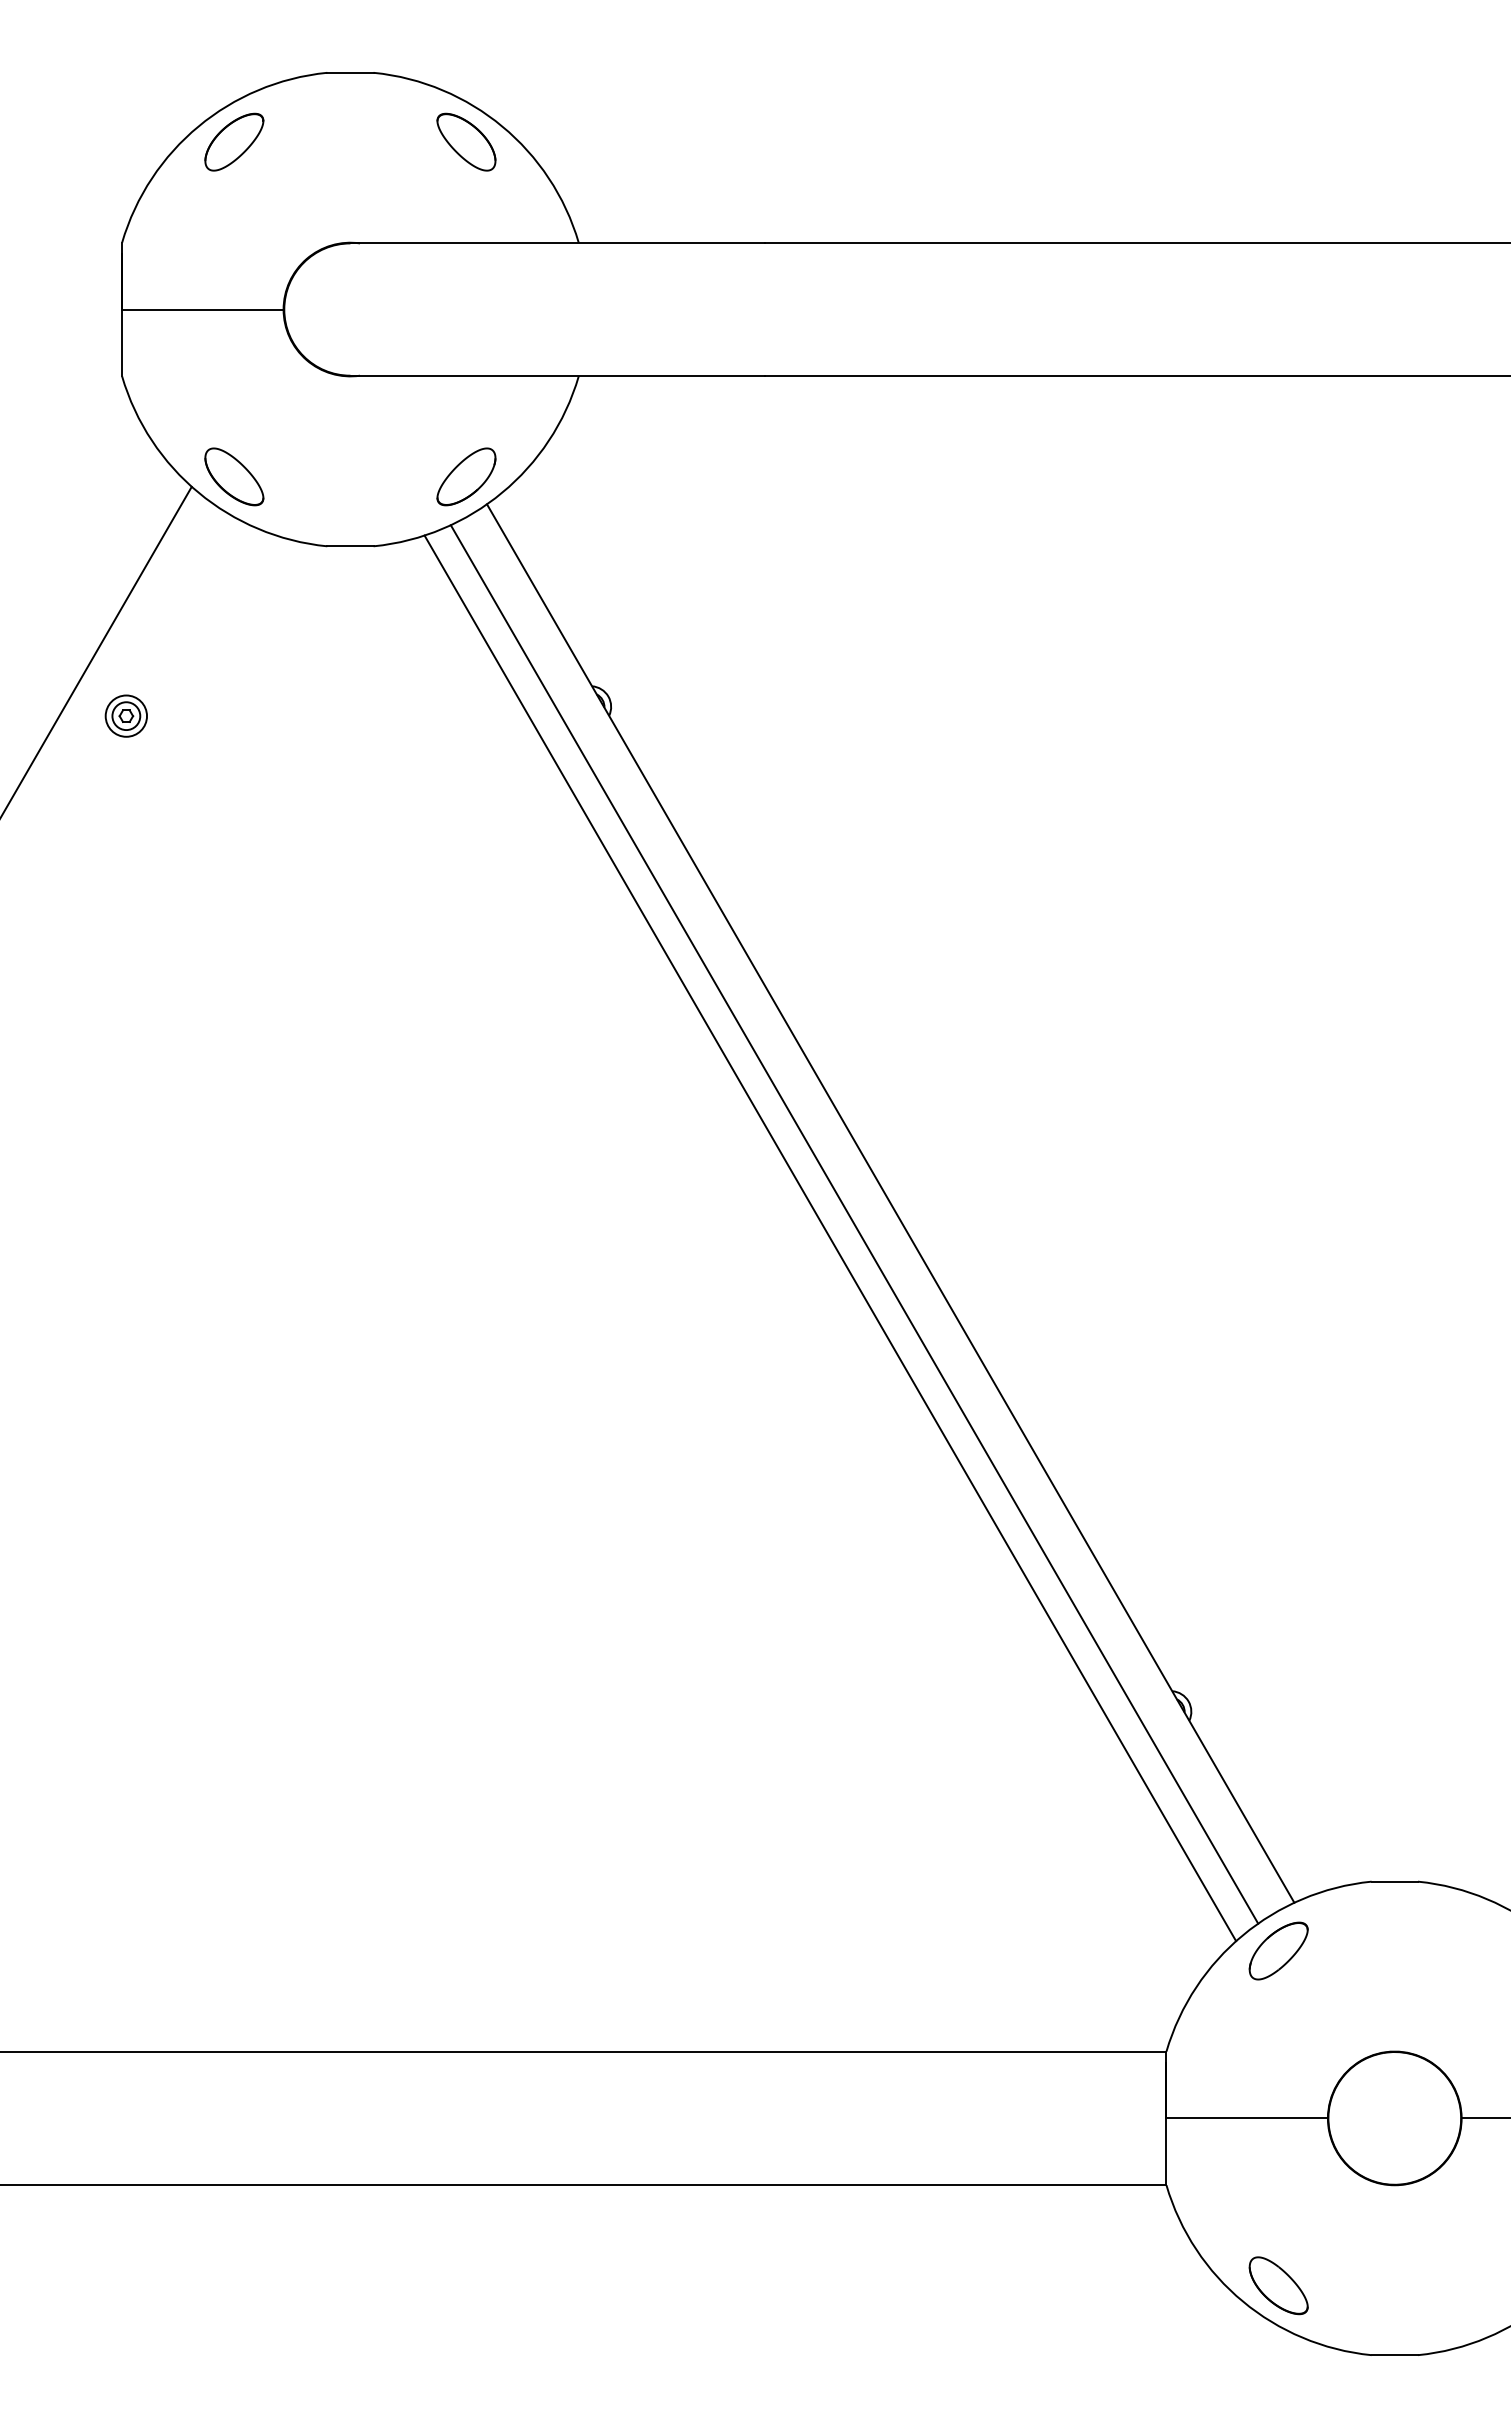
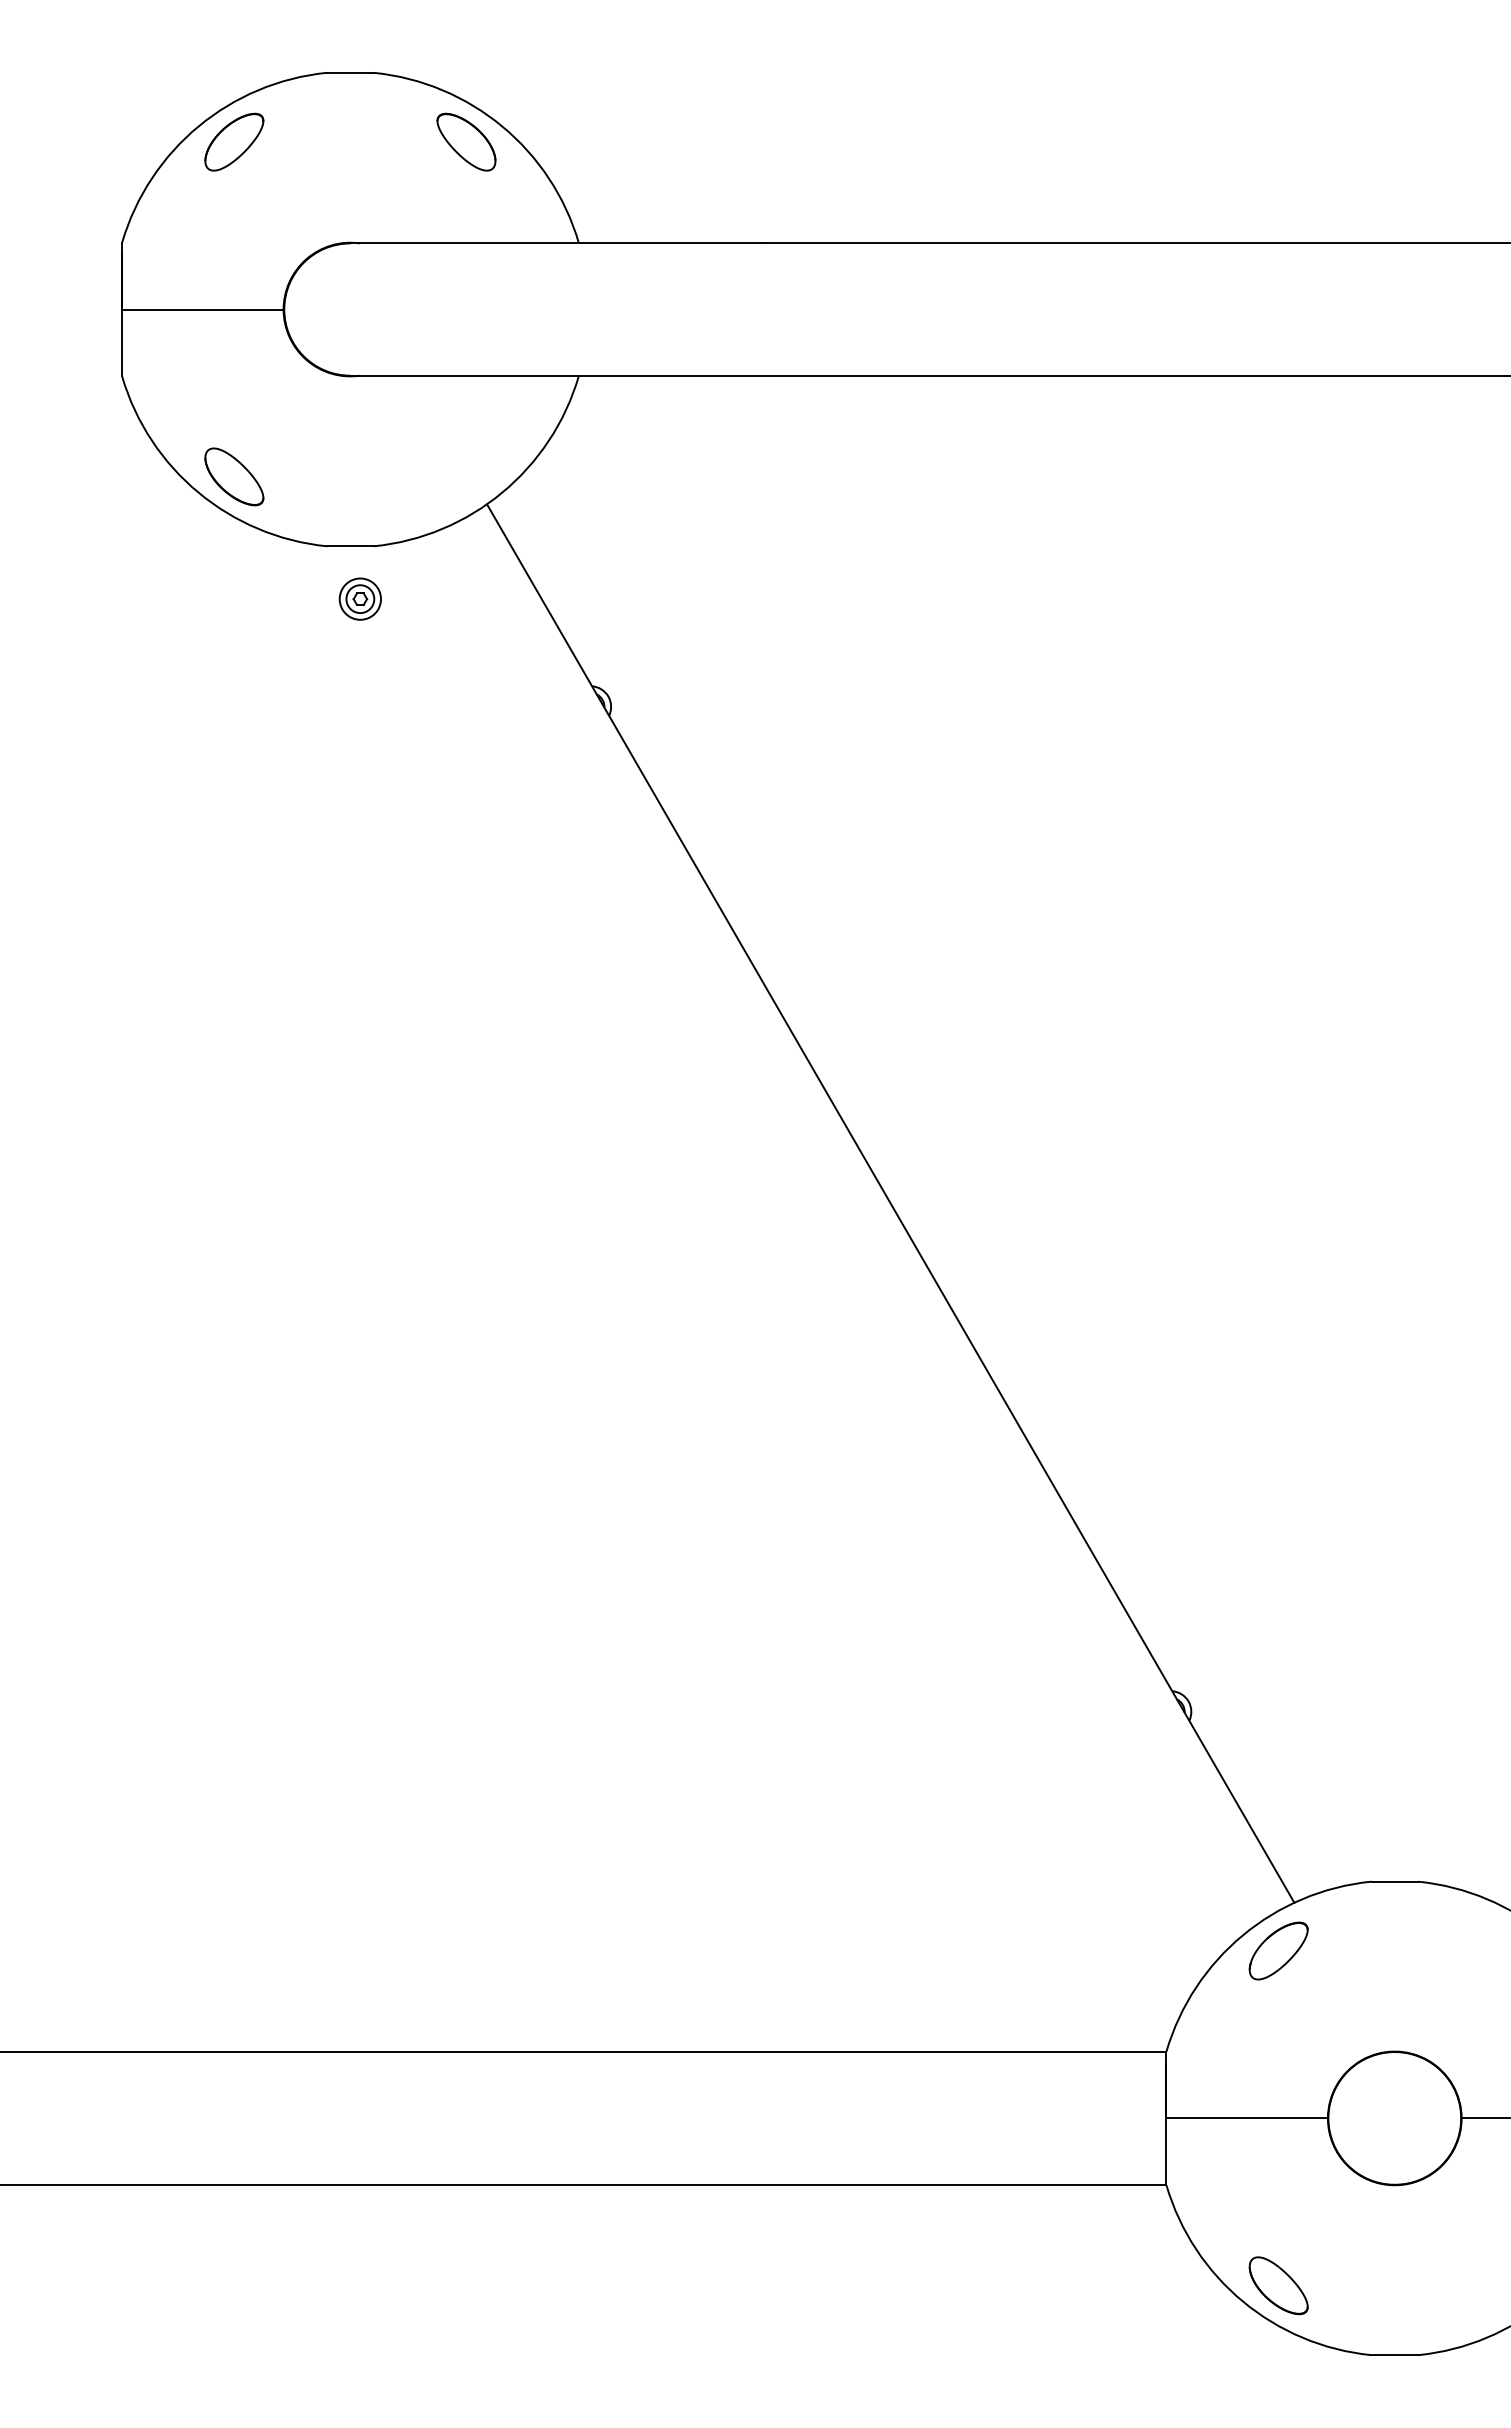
part at (466, 476): present -> none
line at (96, 650): present -> none
part at (125, 715) position: (125, 715) -> (359, 598)
line at (854, 1224): present -> none
line at (830, 1238): present -> none
